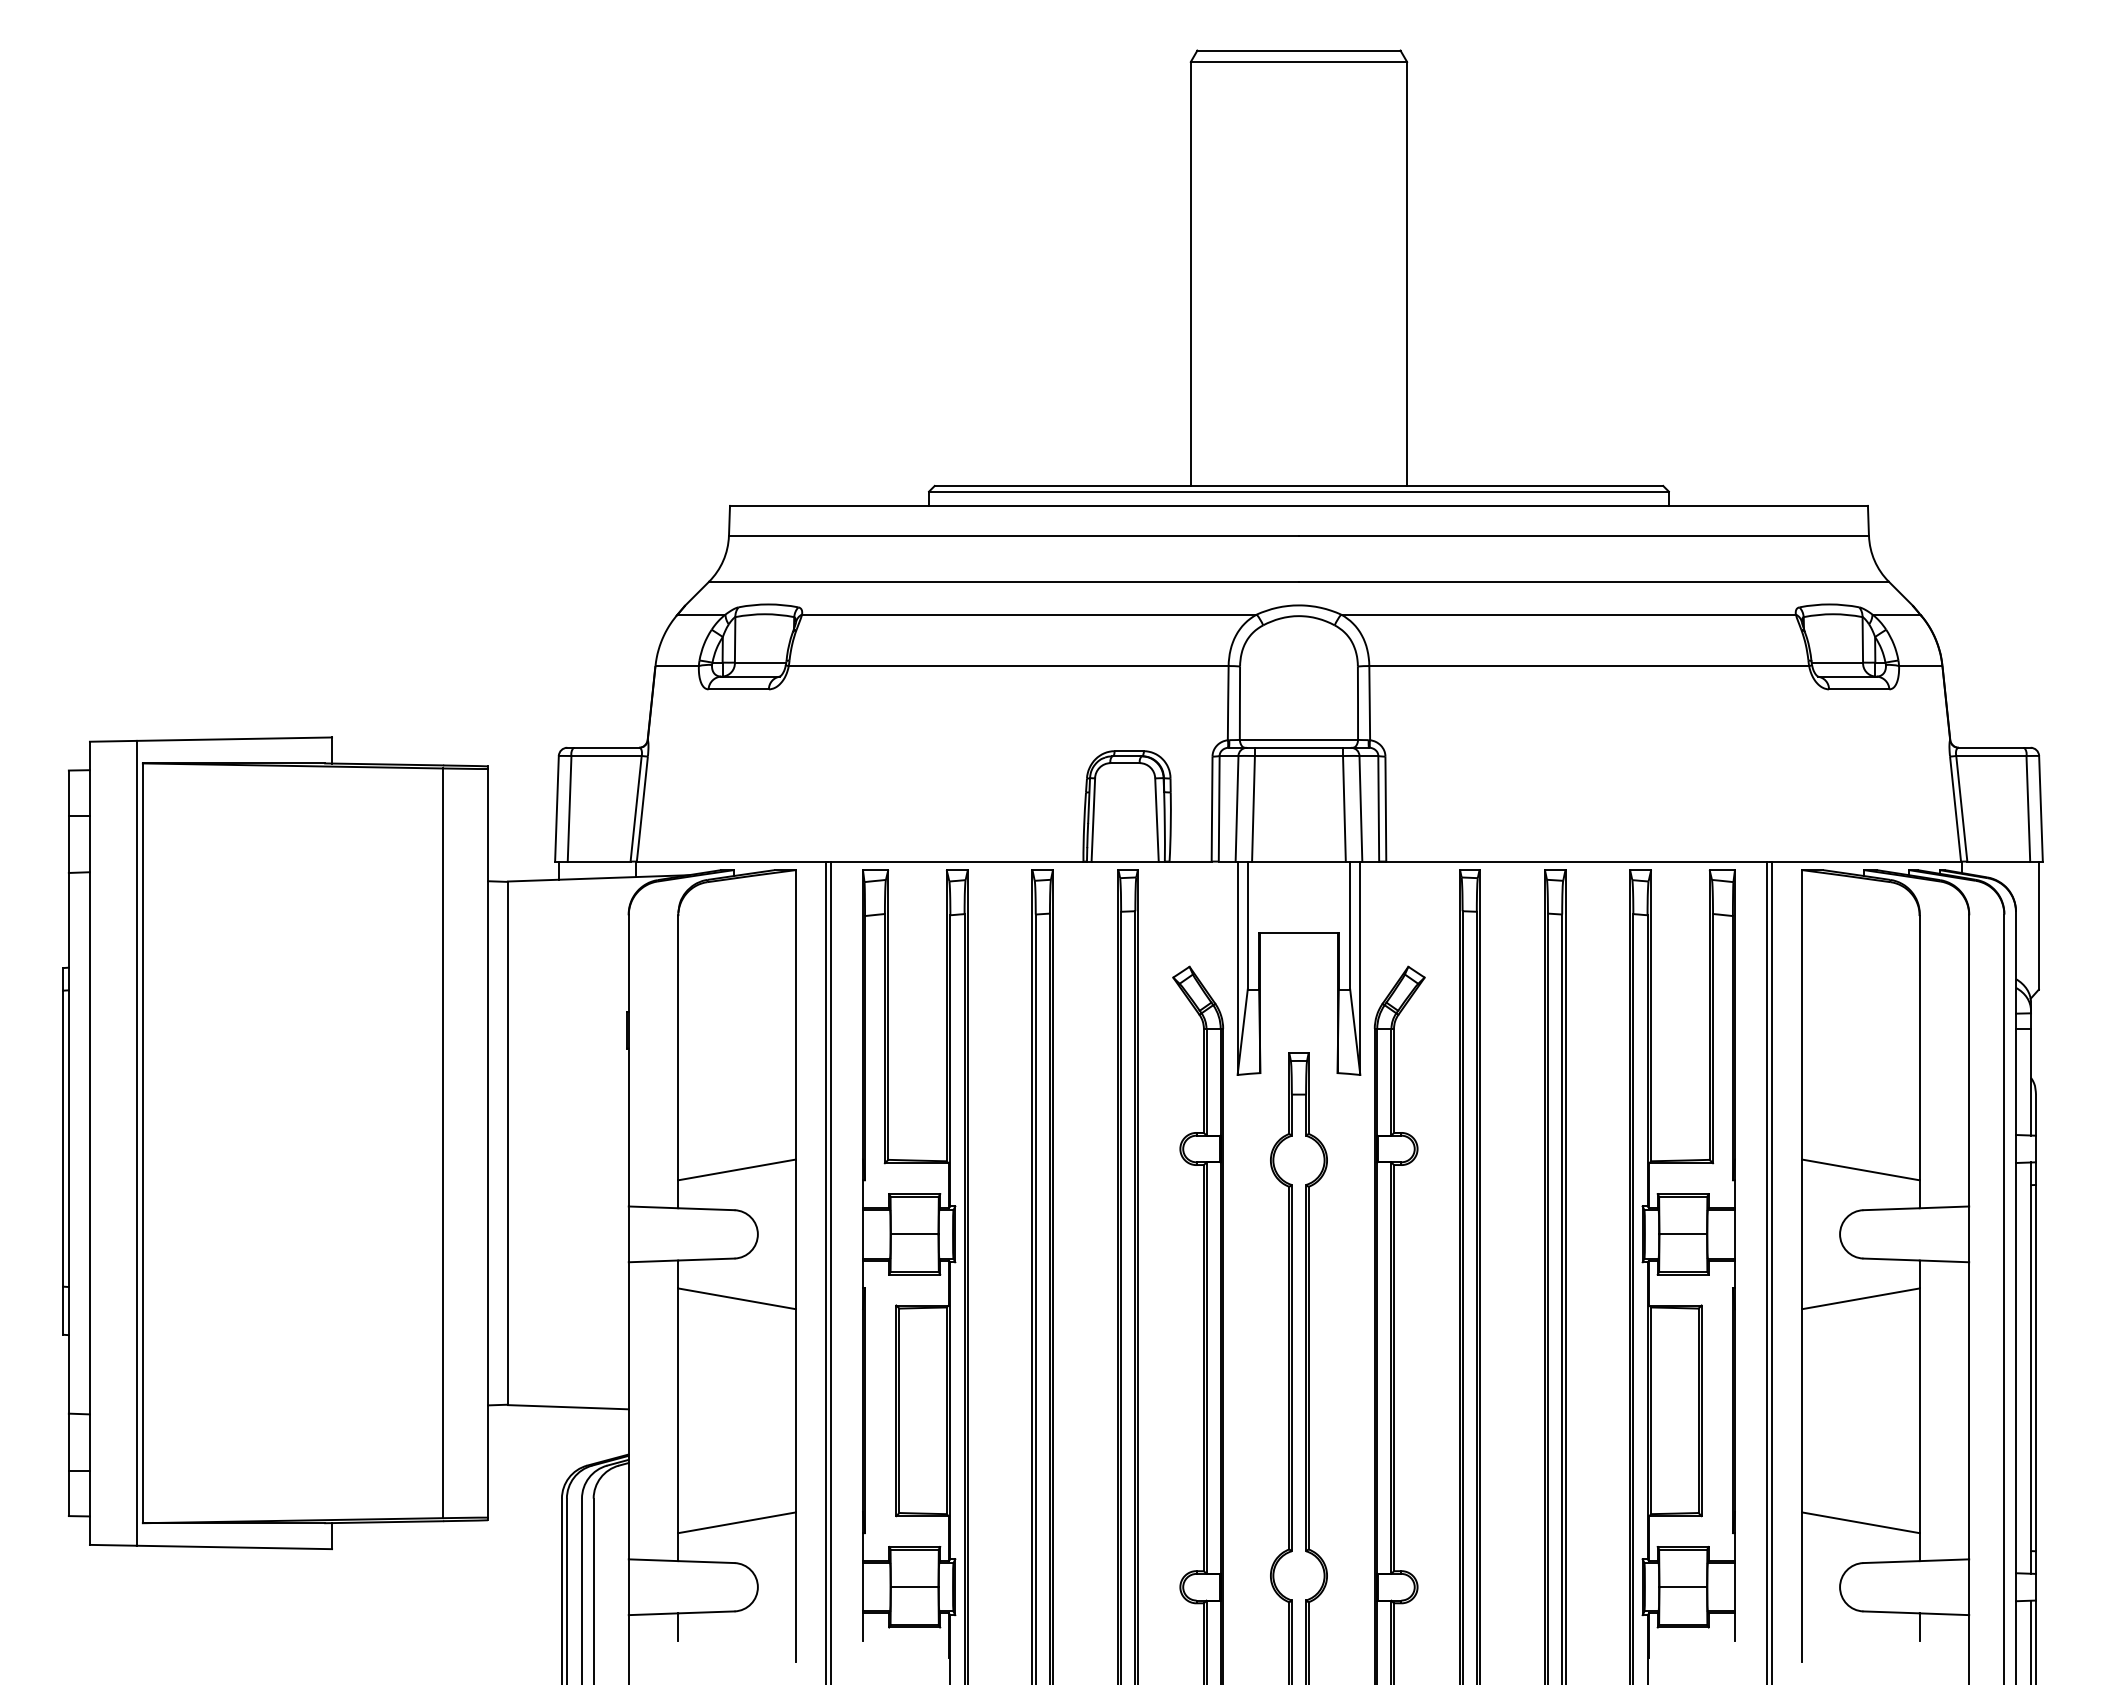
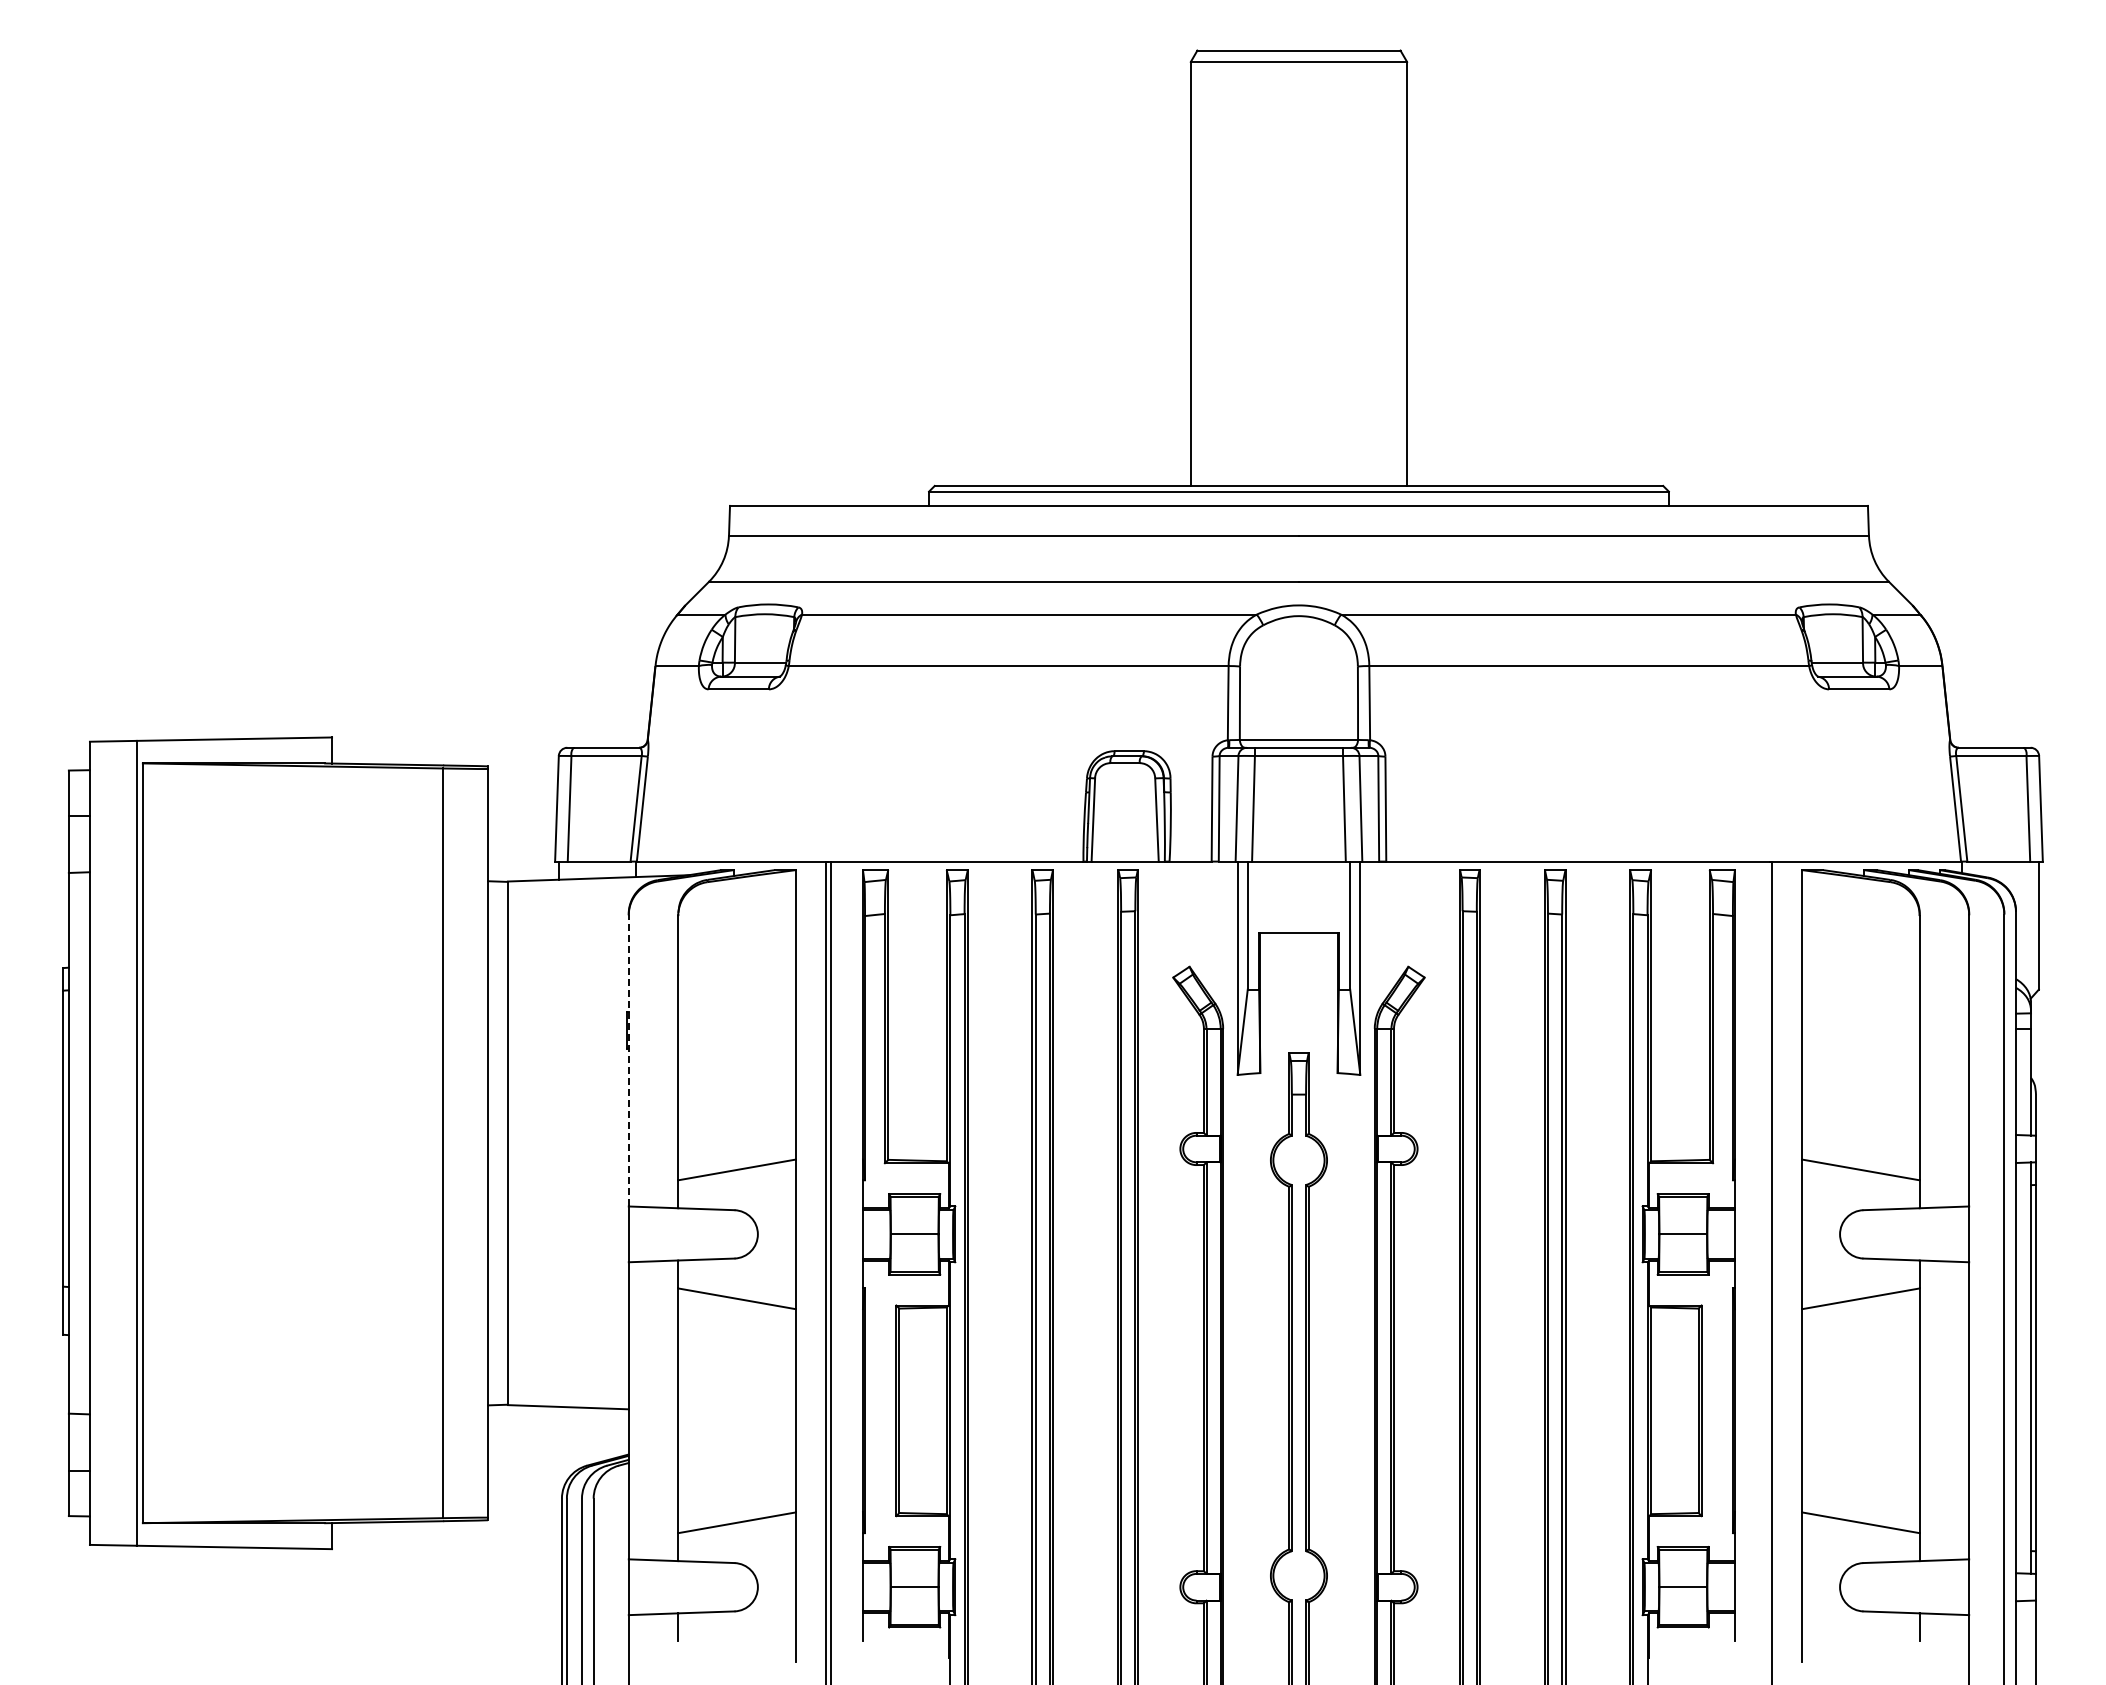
line at (628, 1060): solid -> dashed
line at (1767, 1271): present -> none
line at (2031, 1640): present -> none
